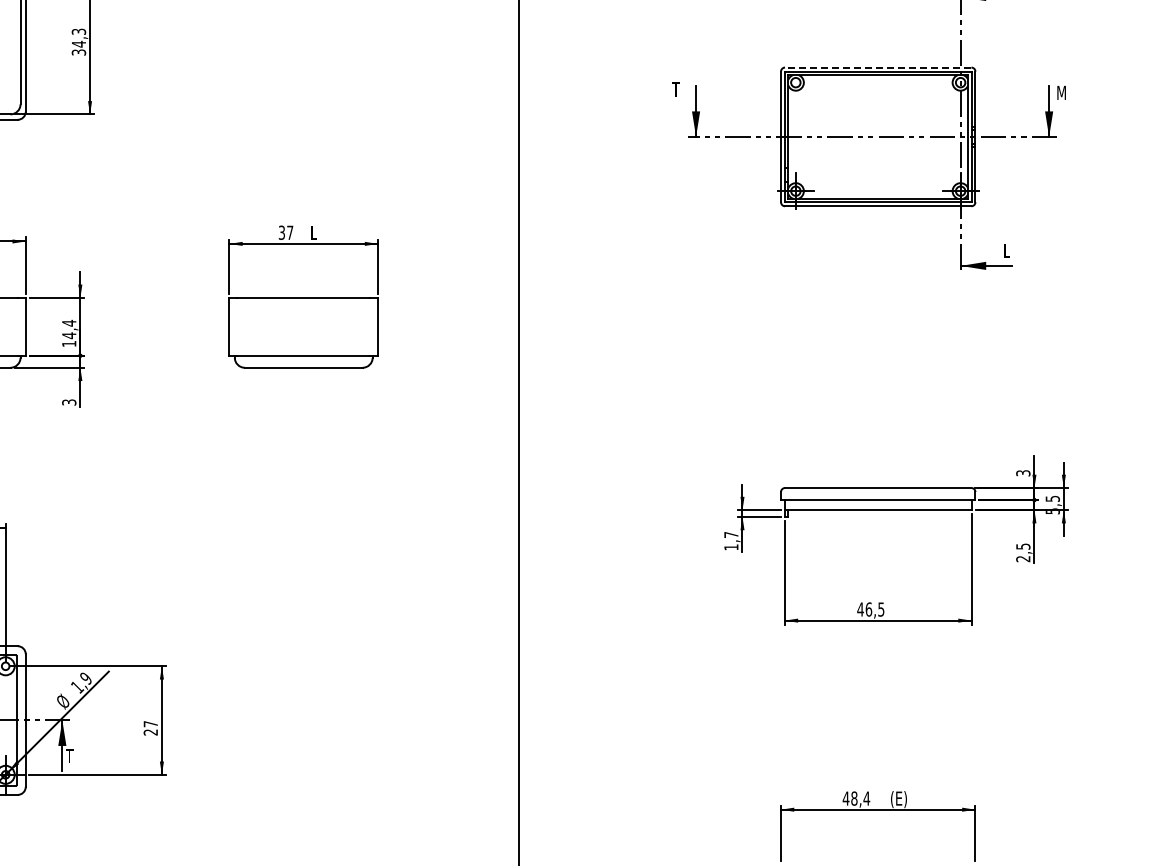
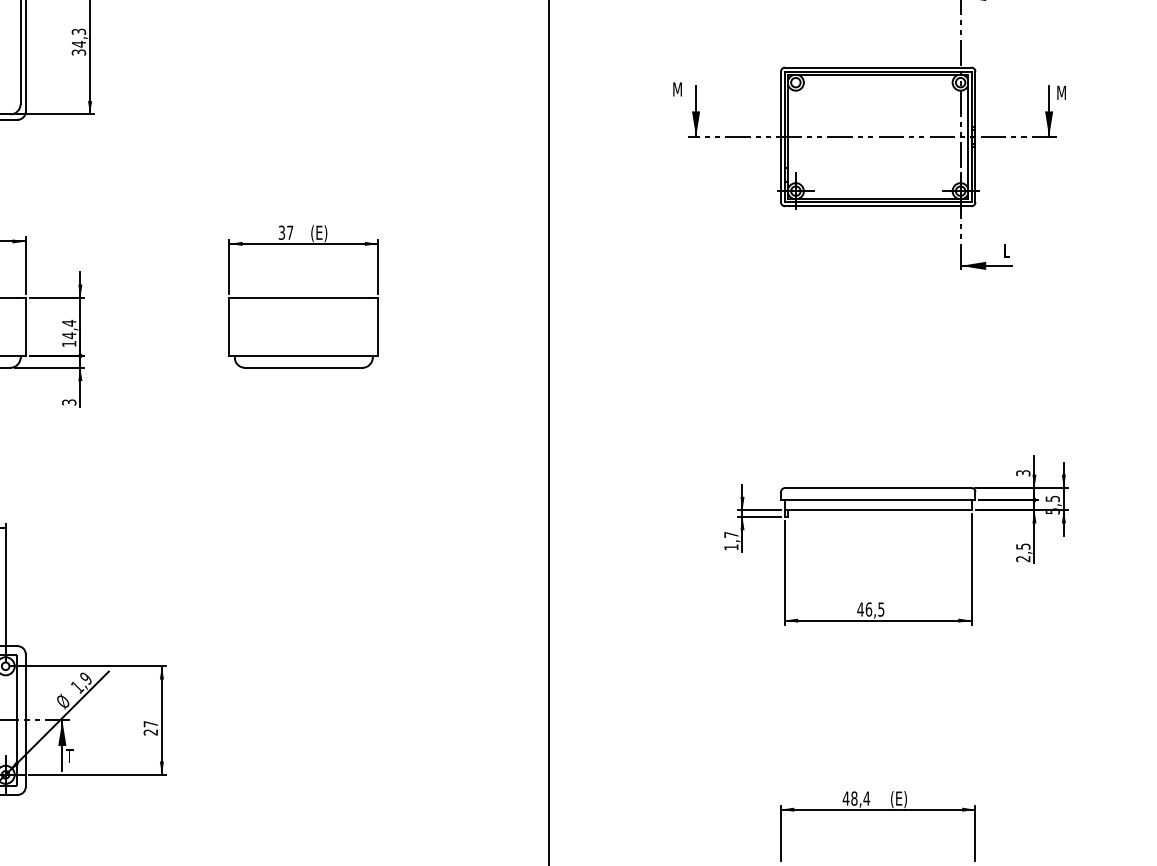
line at (877, 67): dashed -> solid
text at (676, 89): T -> M
text at (319, 233): L -> (E)
line at (518, 432) position: (518, 432) -> (548, 432)
